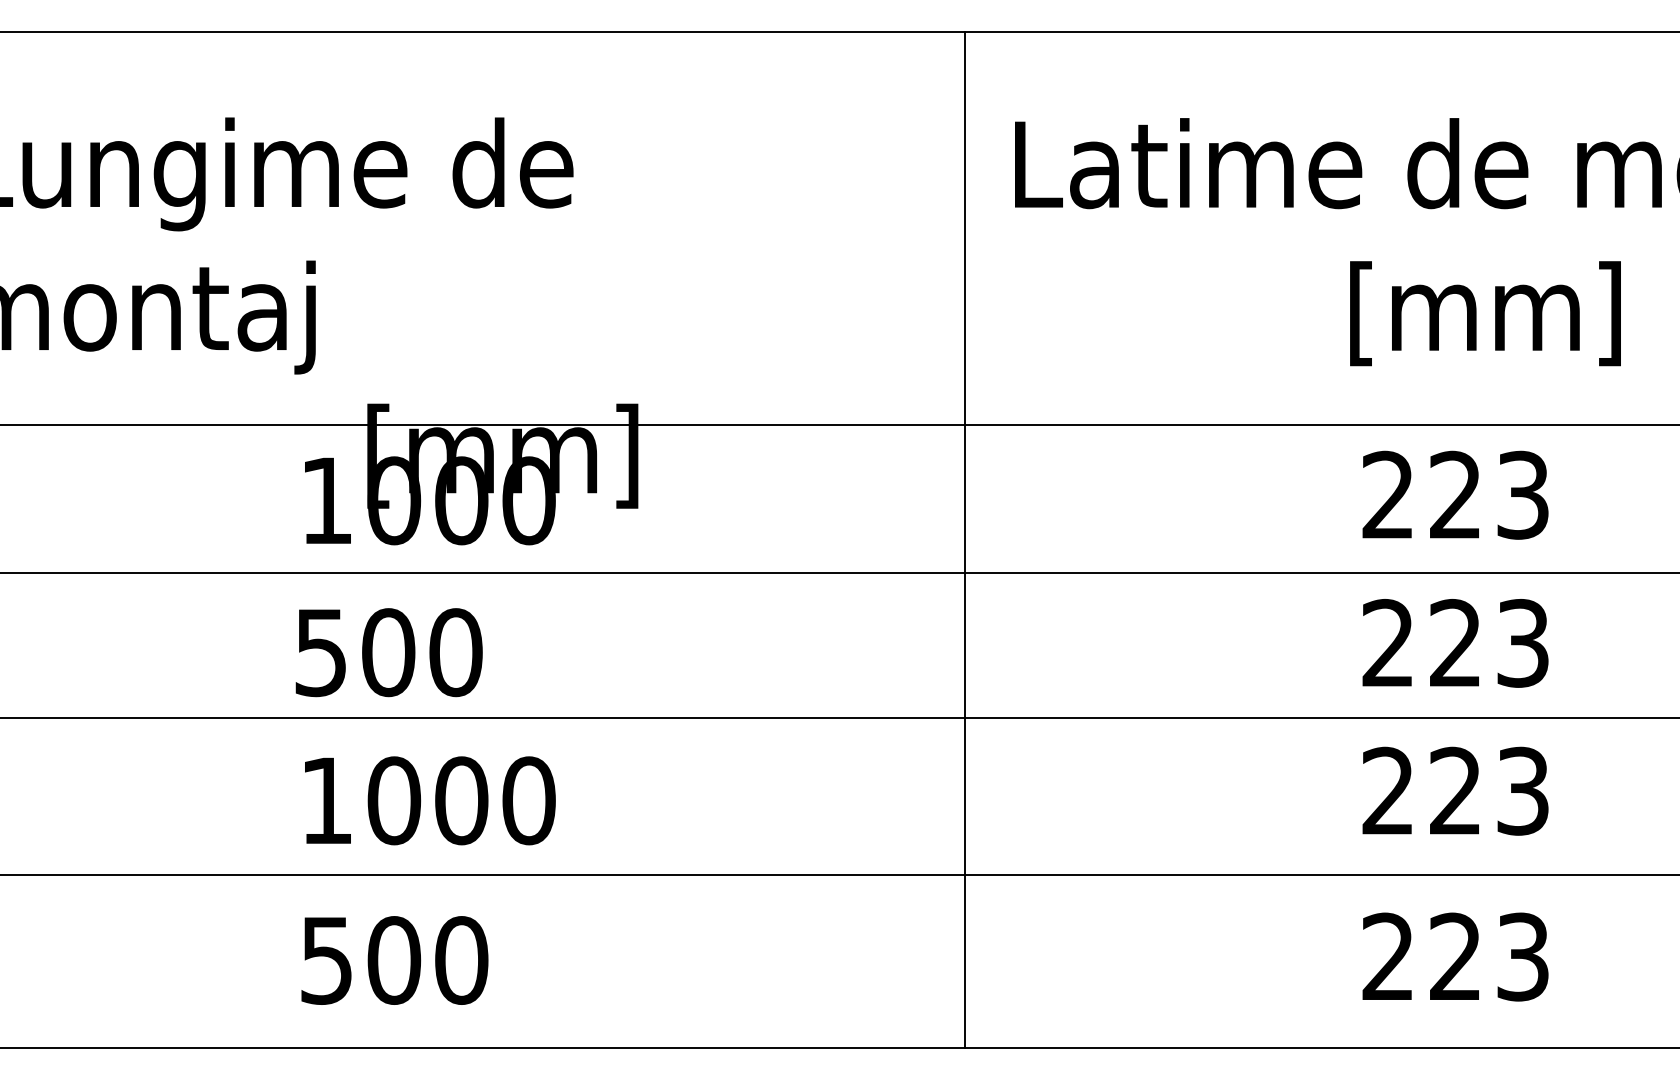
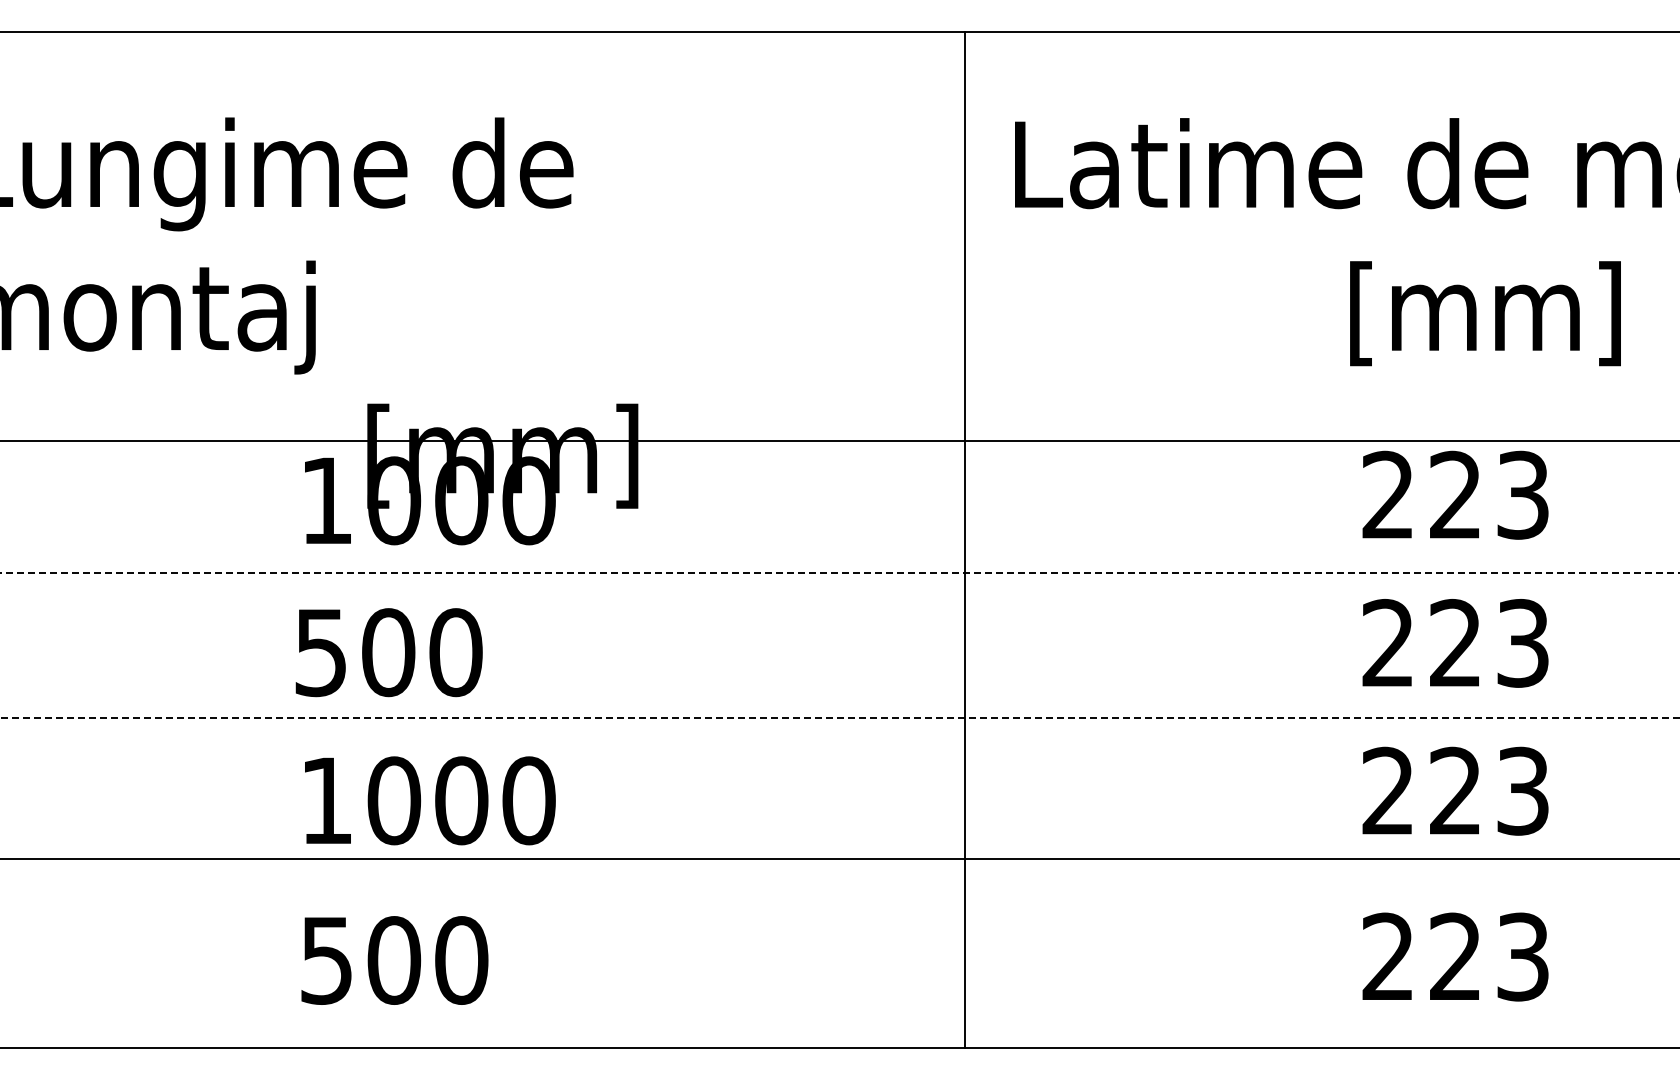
line at (839, 425) position: (839, 425) -> (839, 441)
line at (840, 573): solid -> dashed
line at (840, 718): solid -> dashed
line at (839, 874) position: (839, 874) -> (839, 858)
